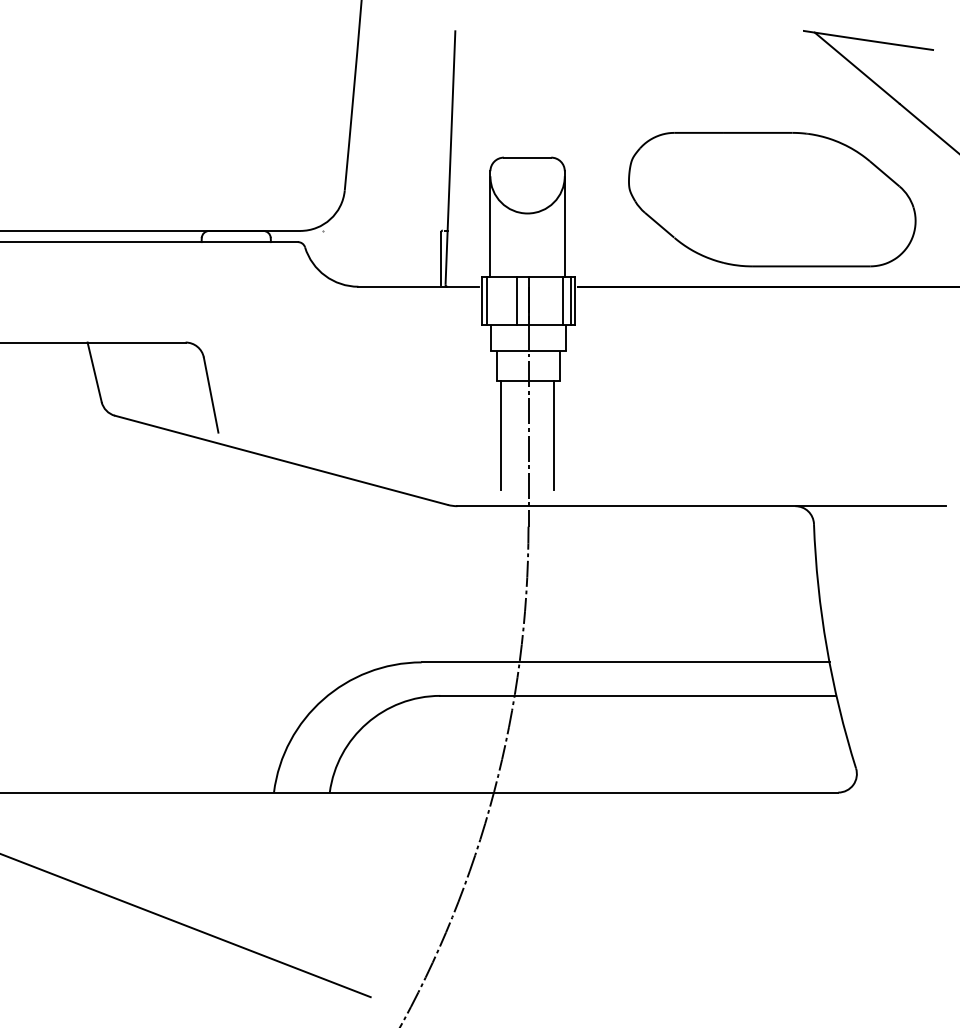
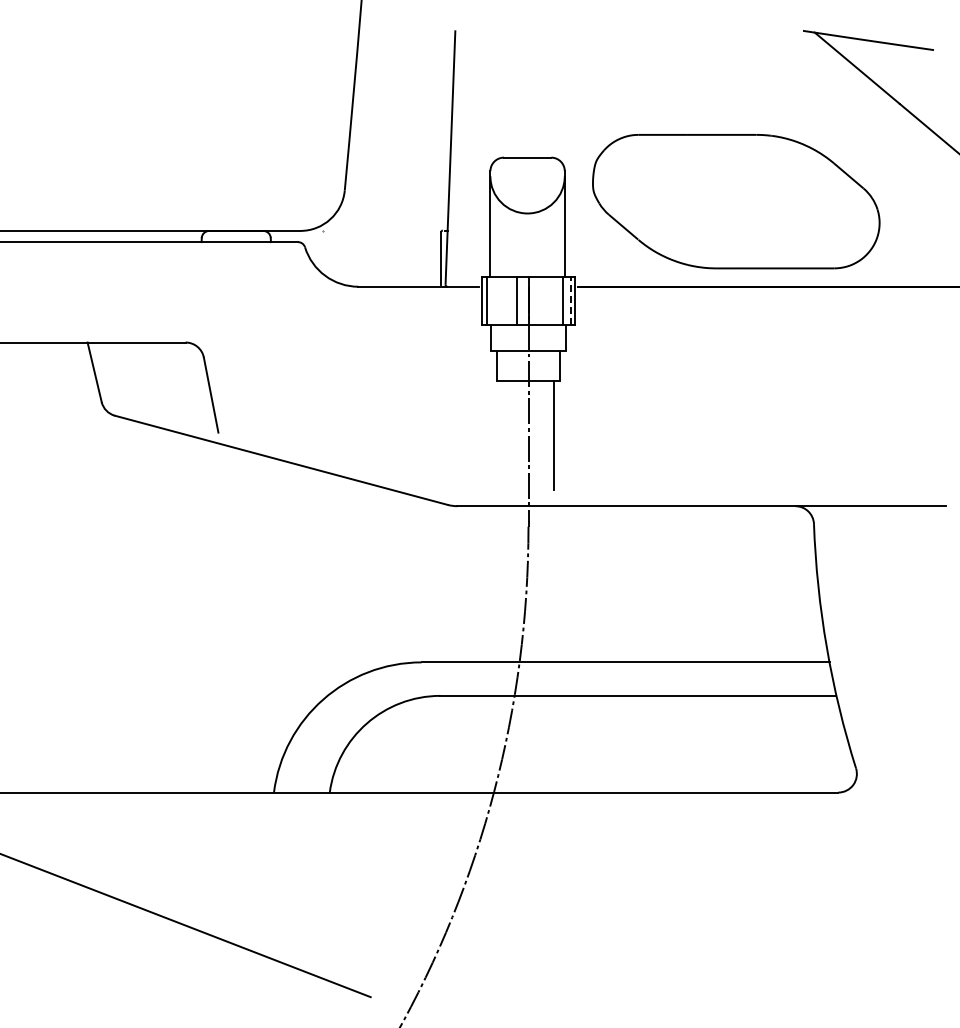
part at (772, 199) position: (772, 199) -> (736, 201)
line at (570, 300): solid -> dashed
line at (501, 434): present -> none
